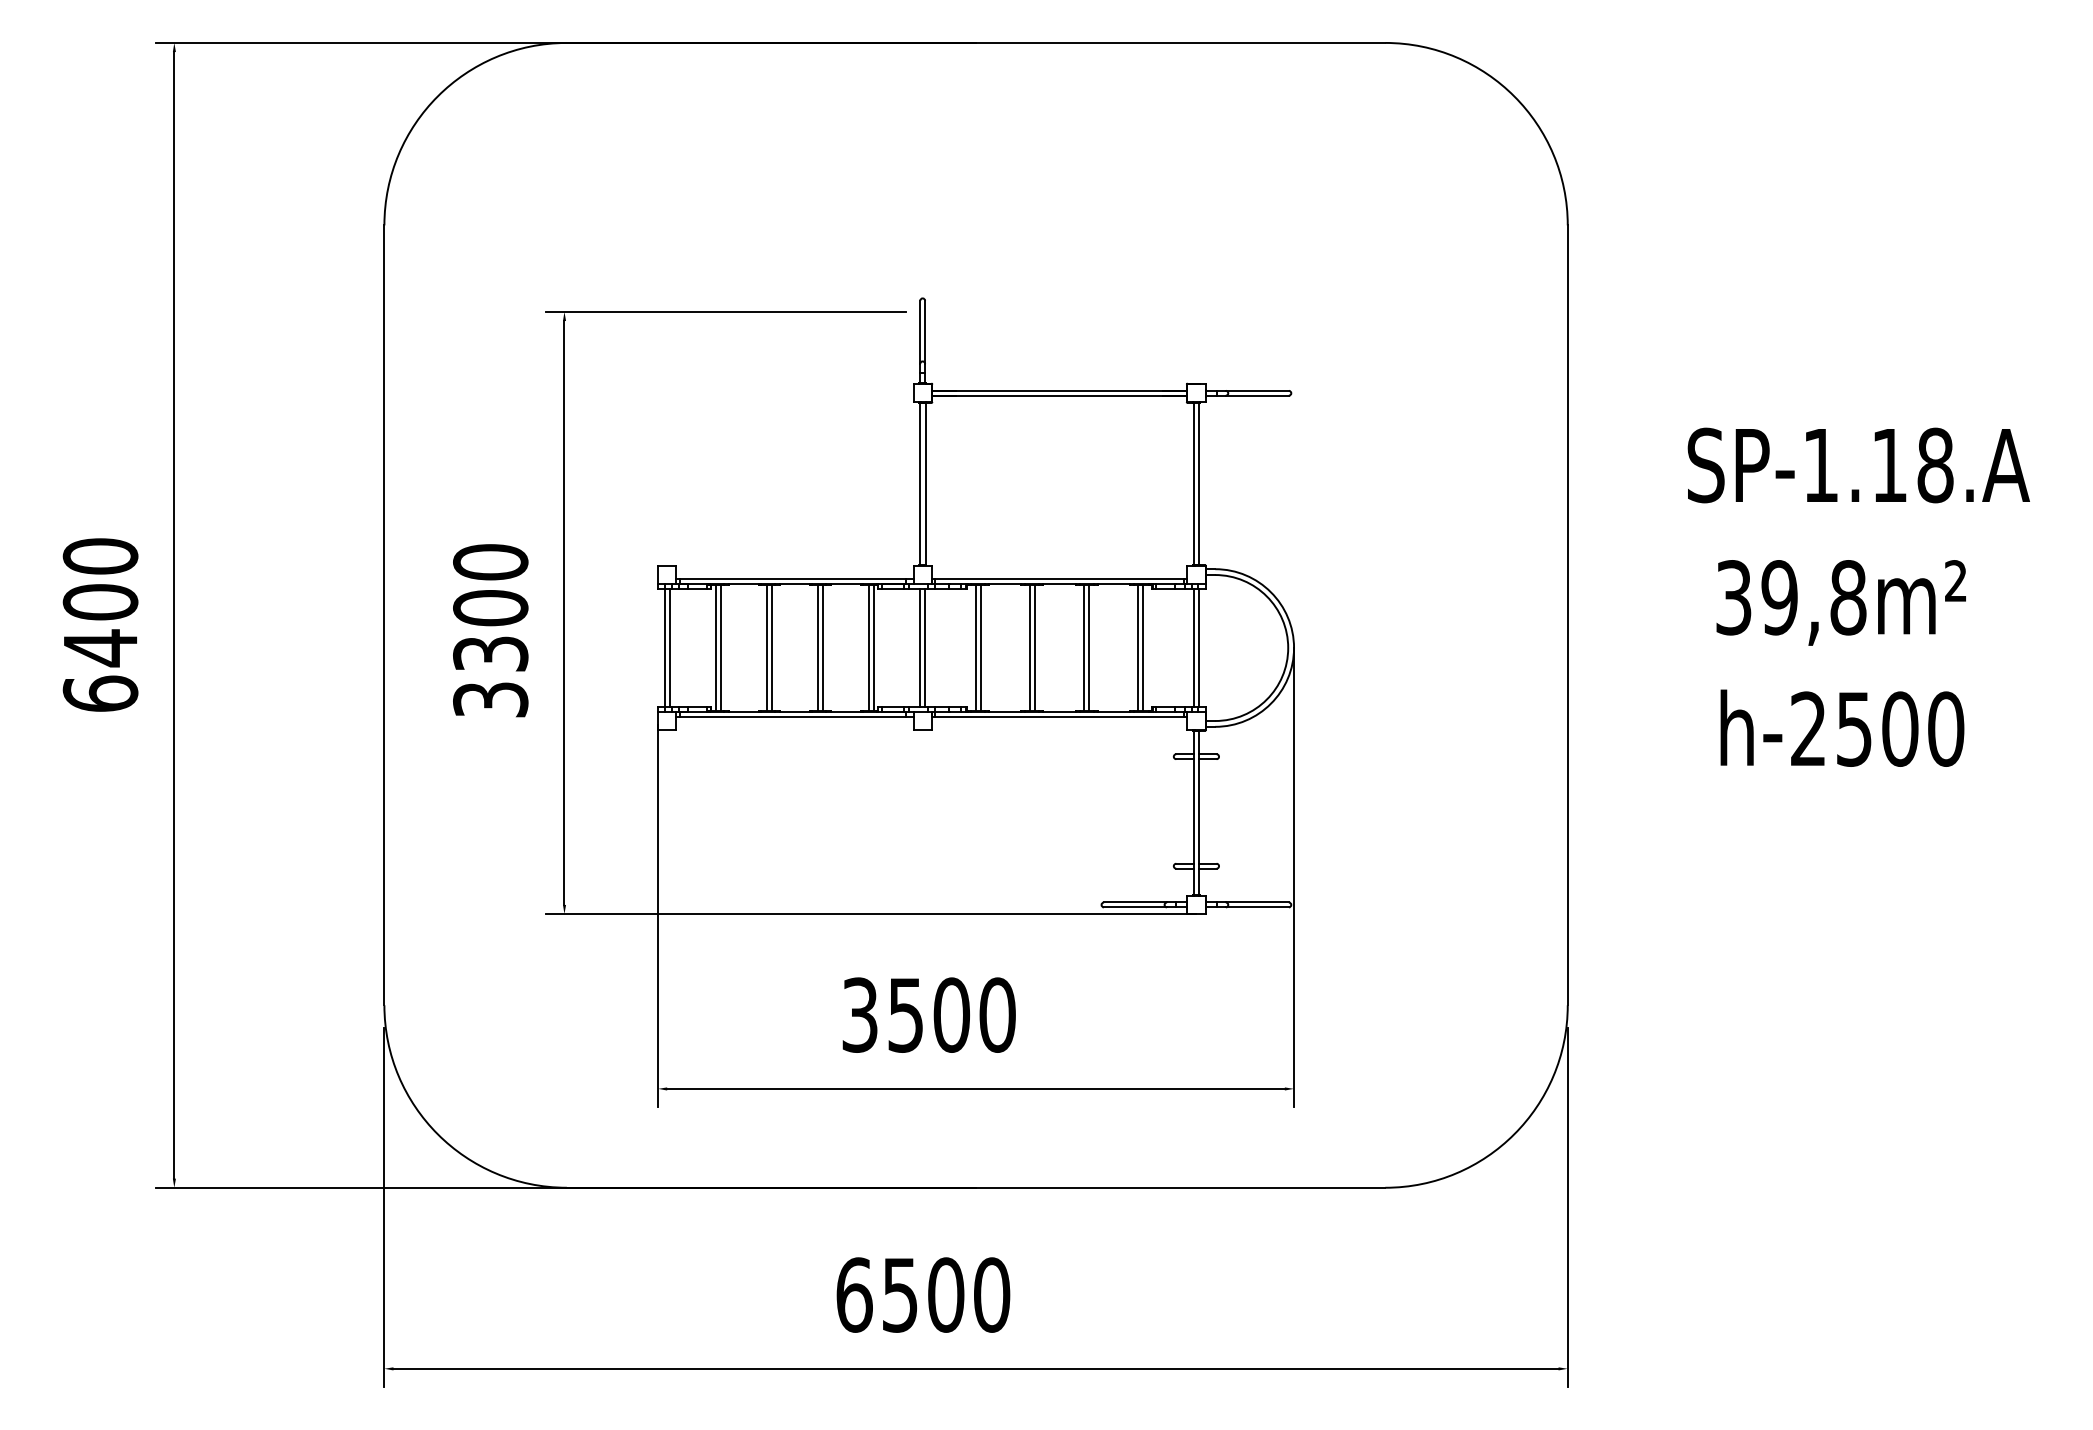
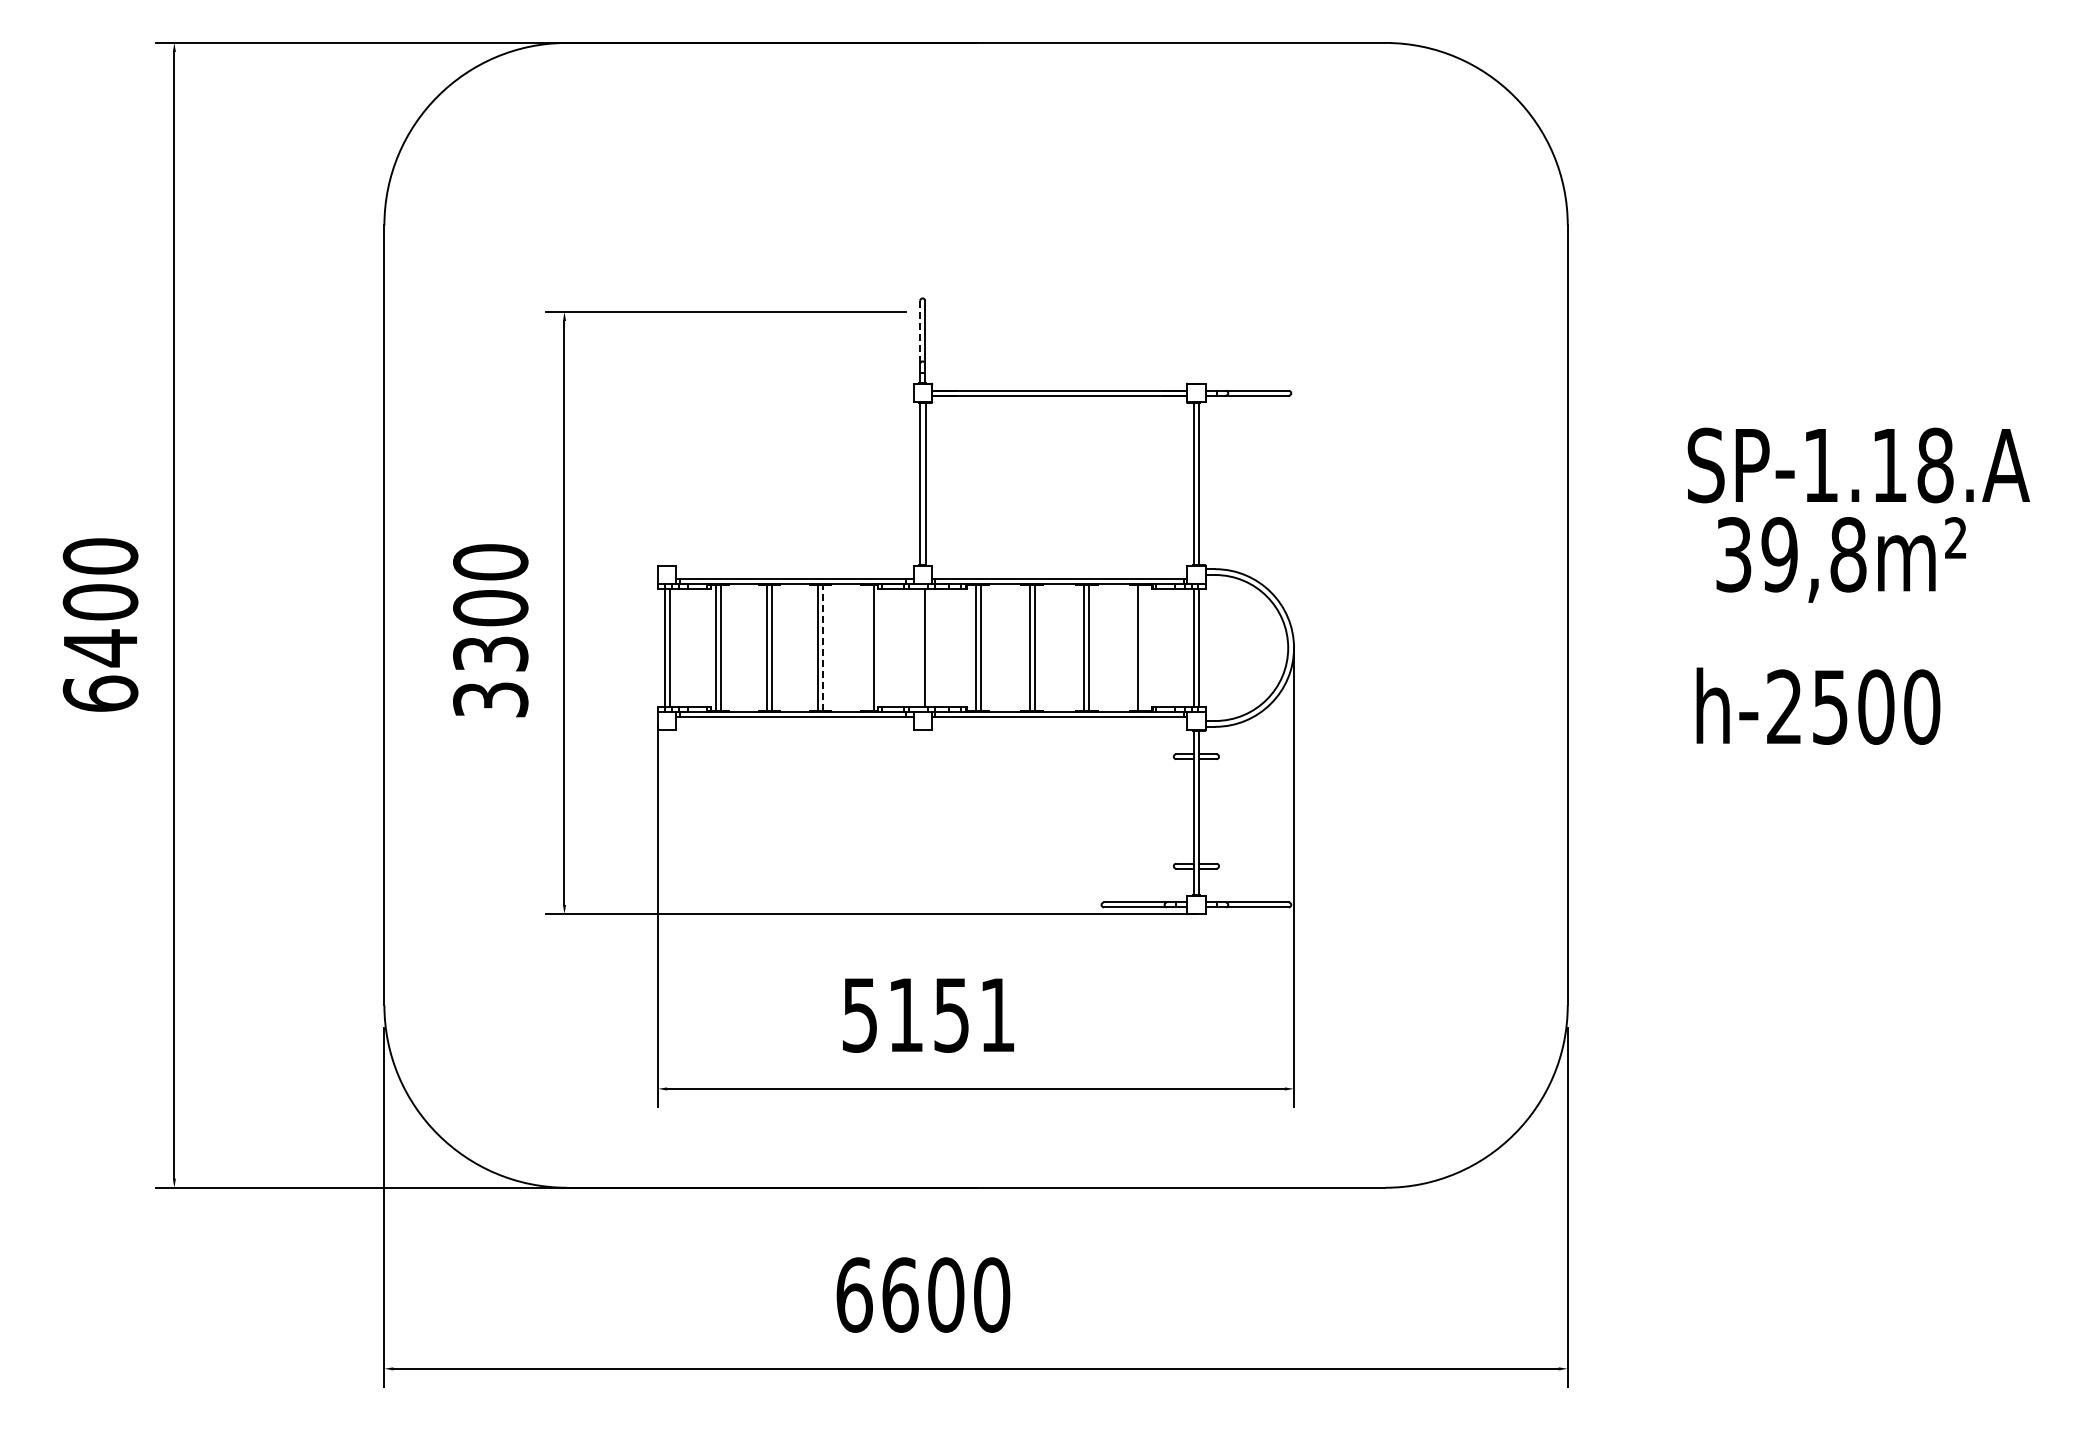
line at (920, 332): solid -> dashed
text at (1840, 602) position: (1840, 602) -> (1840, 559)
line at (822, 647): solid -> dashed
line at (868, 647): present -> none
line at (920, 647): present -> none
line at (1142, 647): present -> none
text at (1842, 727) position: (1842, 727) -> (1818, 705)
text at (929, 1014): 3500 -> 5151
text at (900, 1294): 6500 -> 6600
